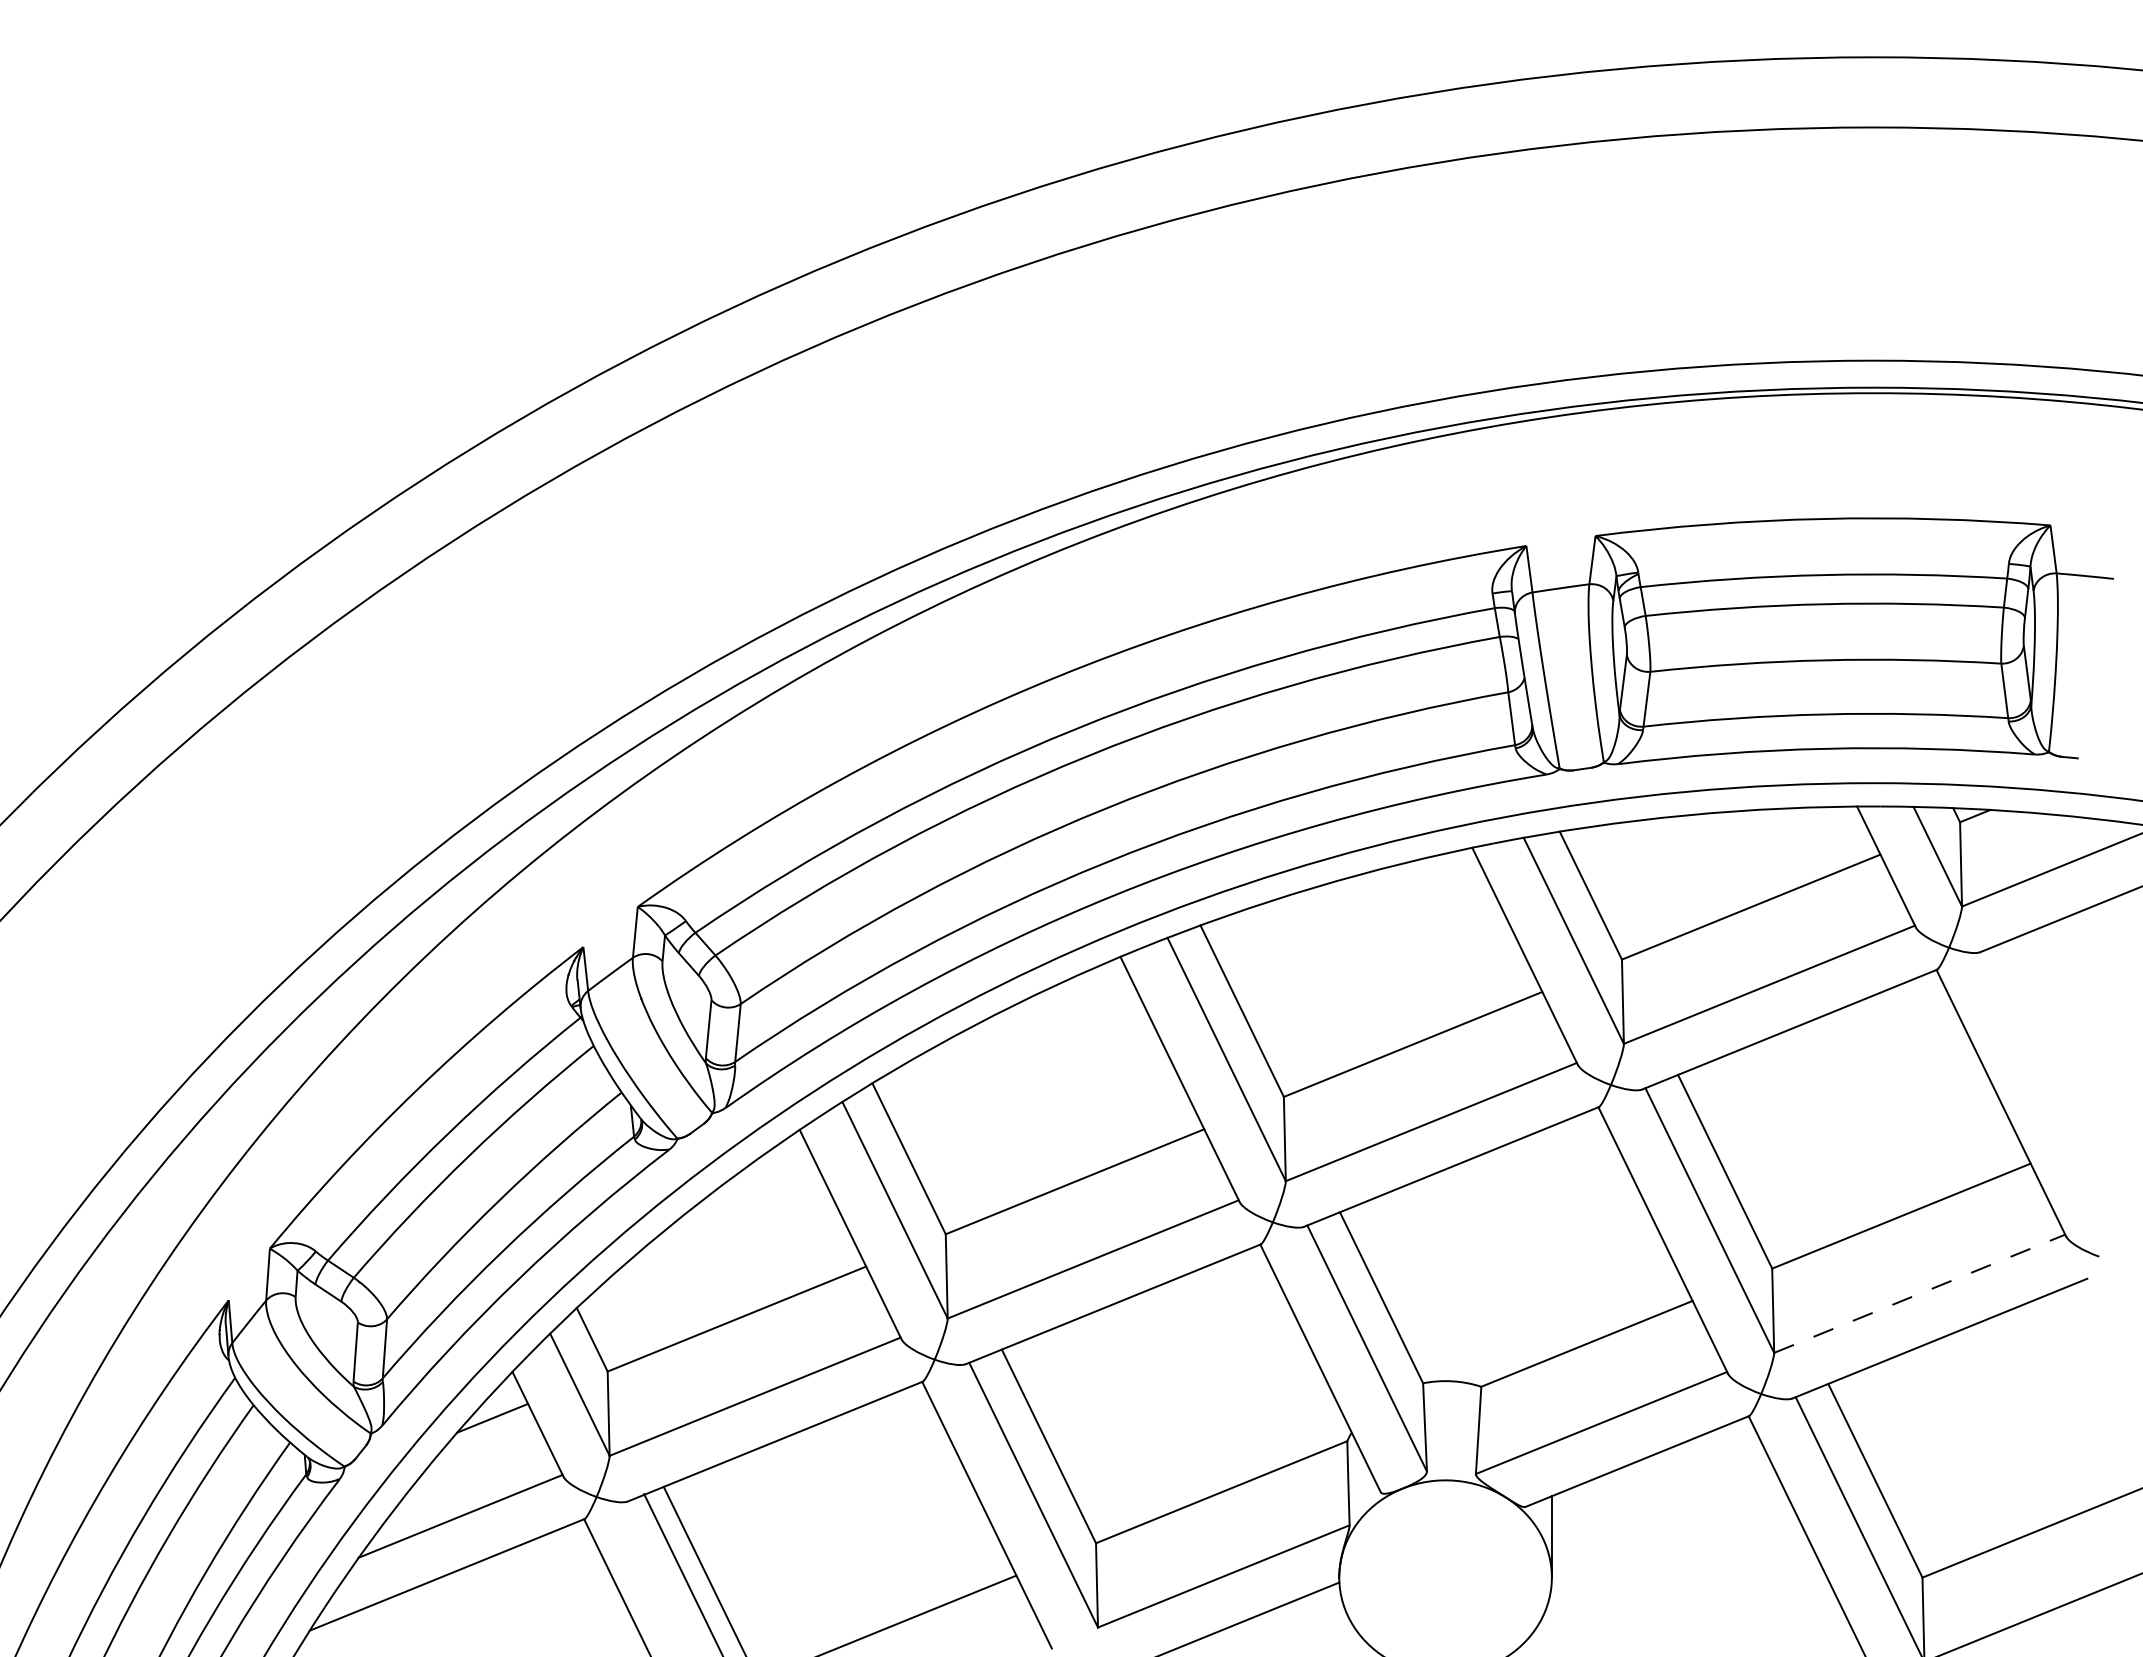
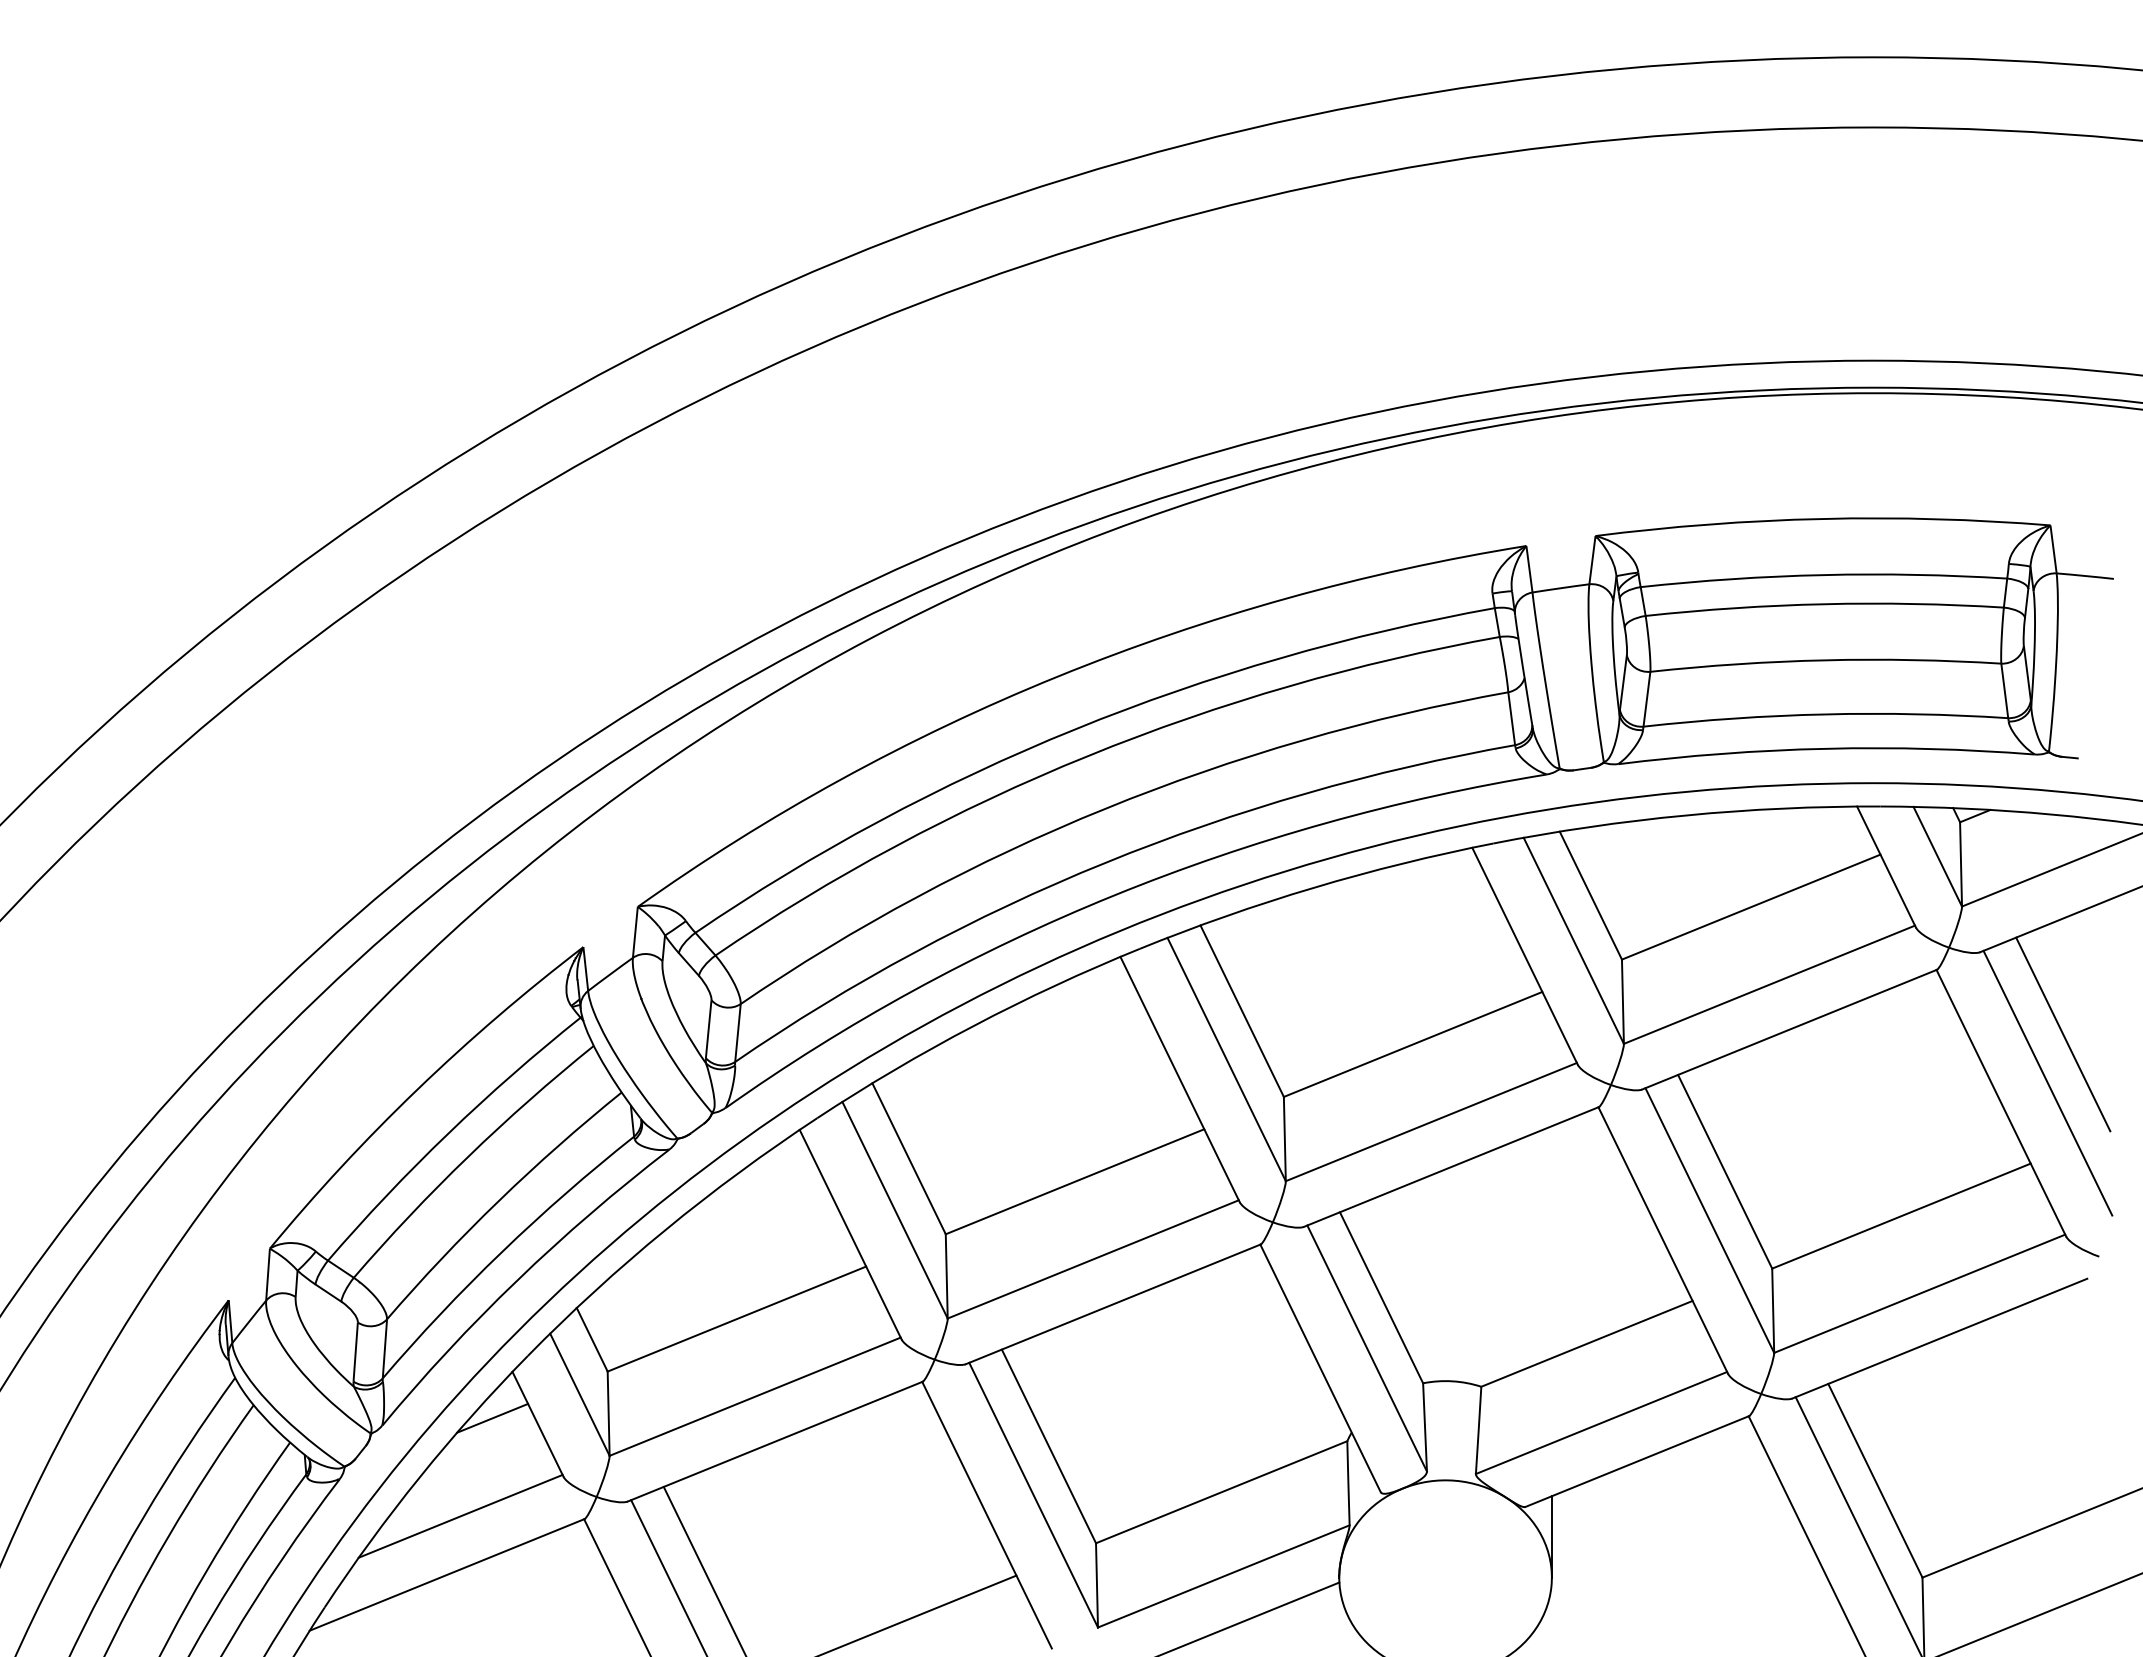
line at (2063, 1034): none -> present
line at (2047, 1082): none -> present
line at (1920, 1293): dashed -> solid
line at (682, 1573) position: (682, 1573) -> (668, 1576)
